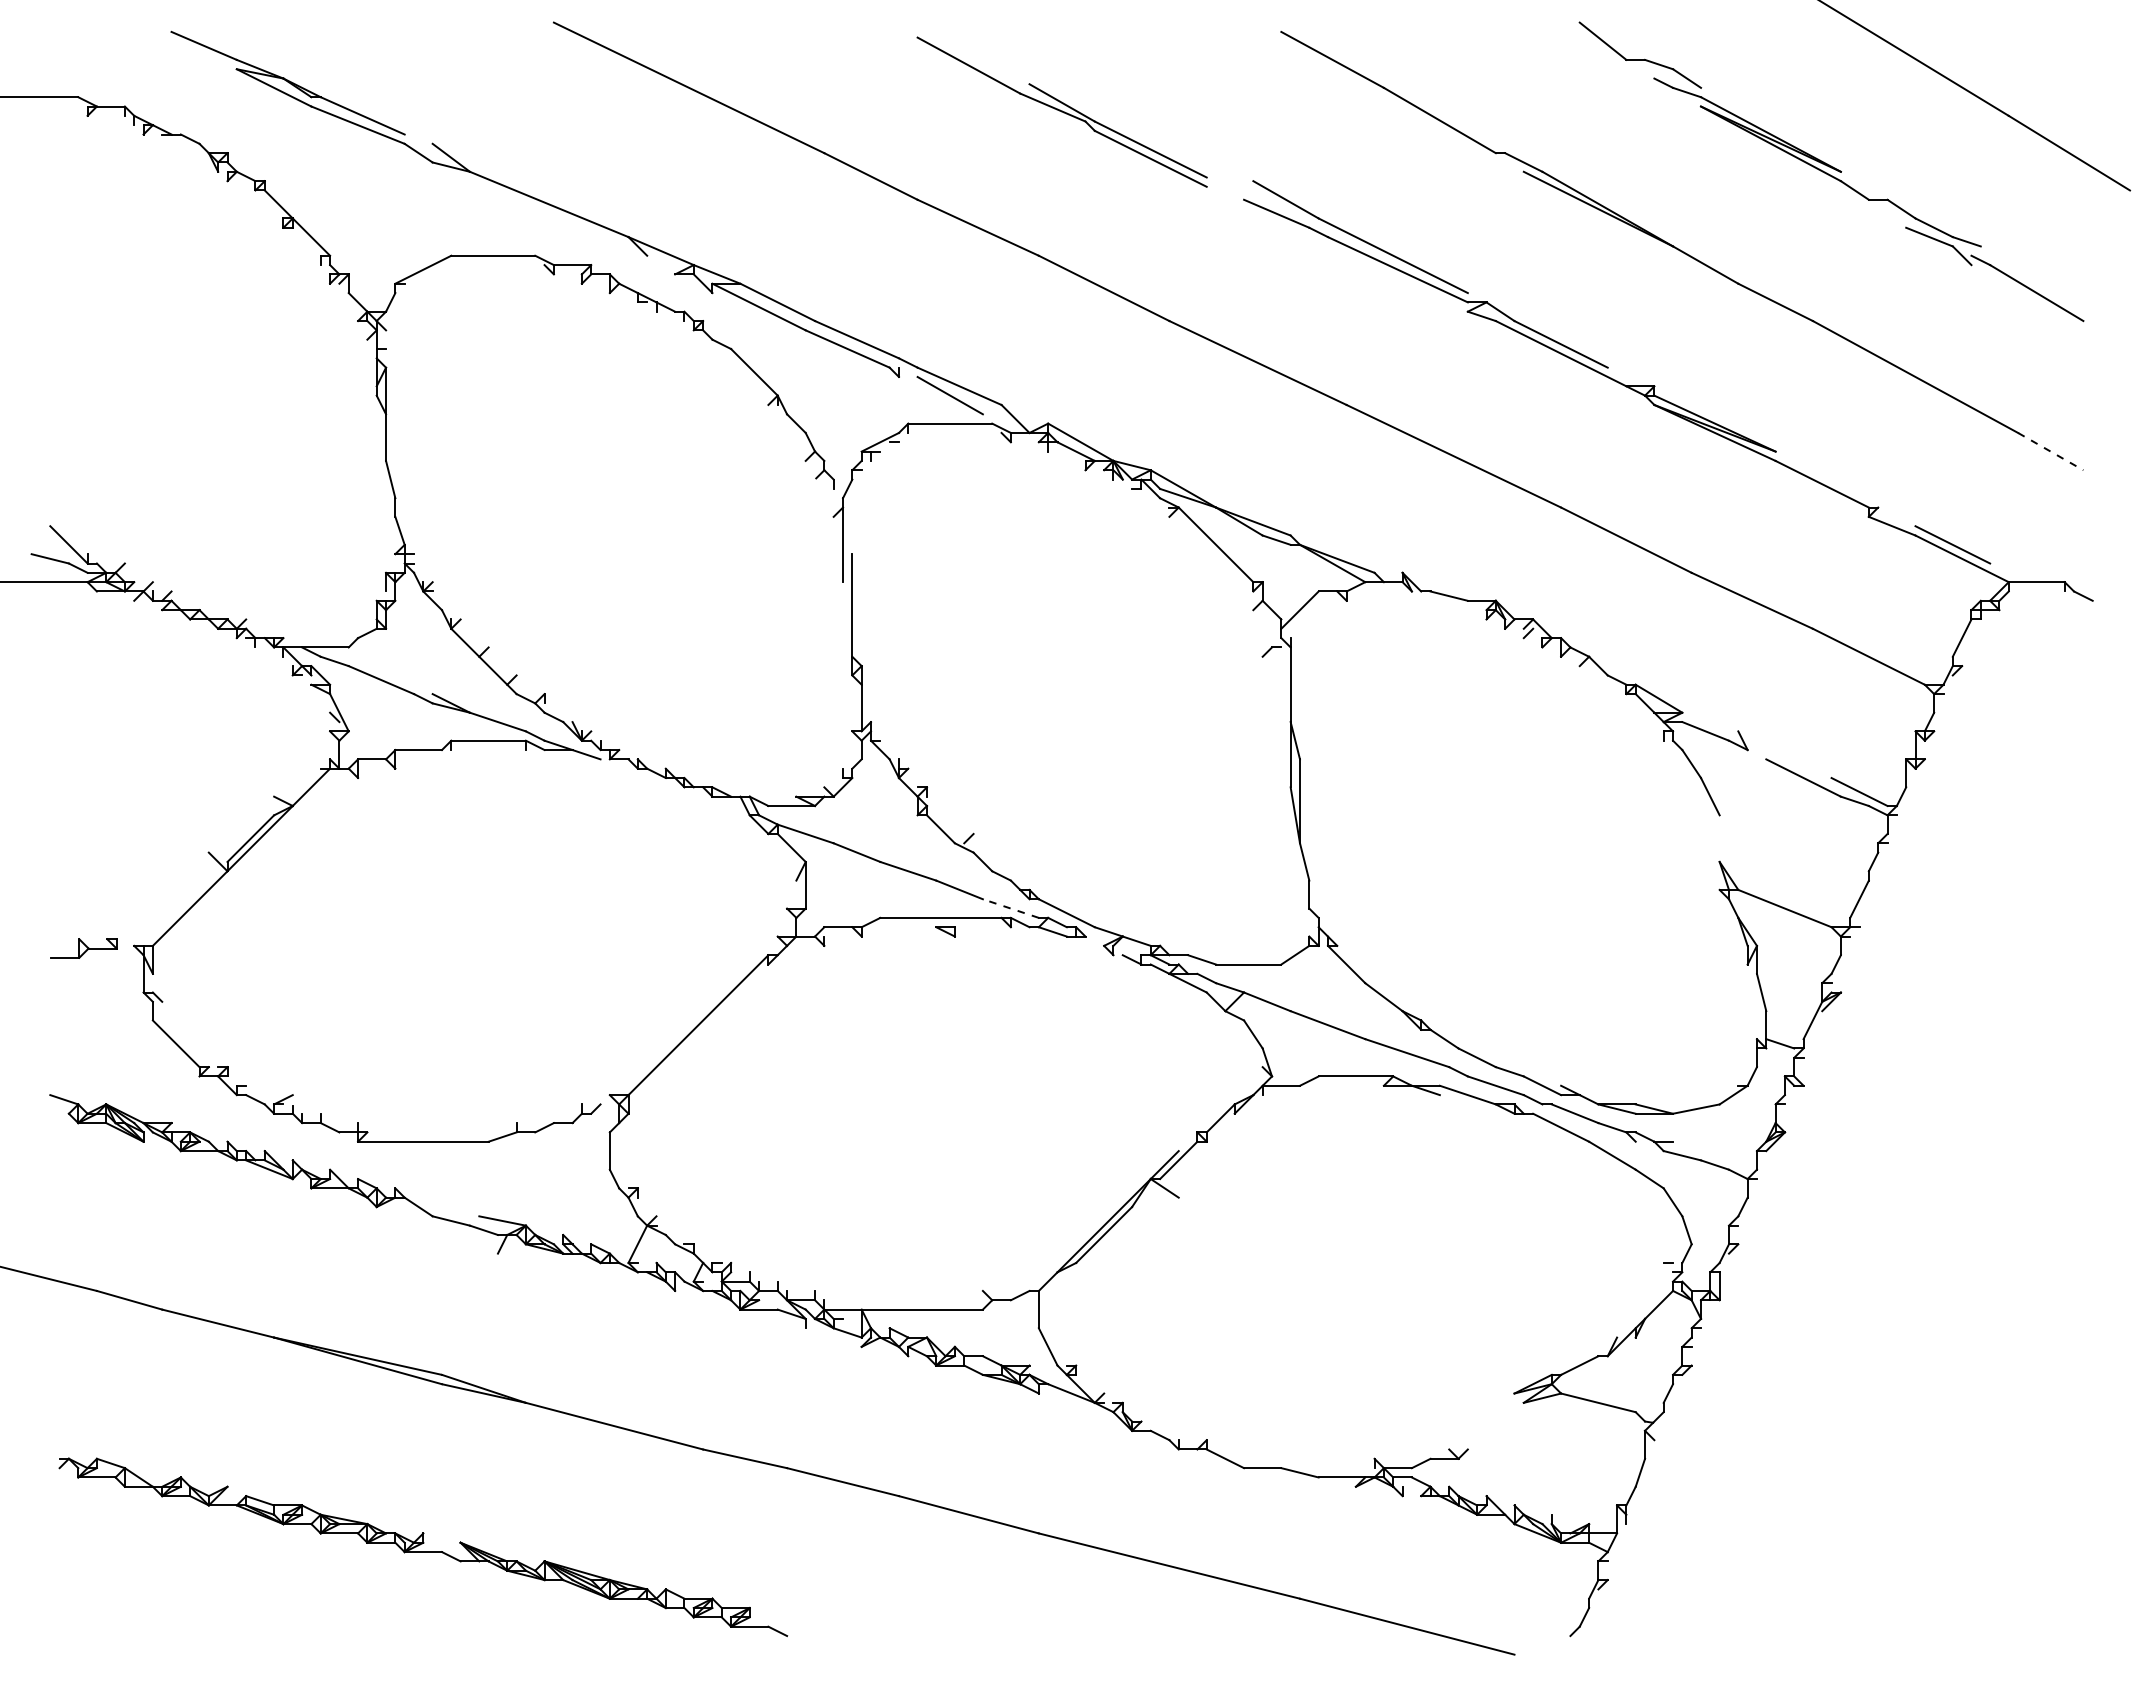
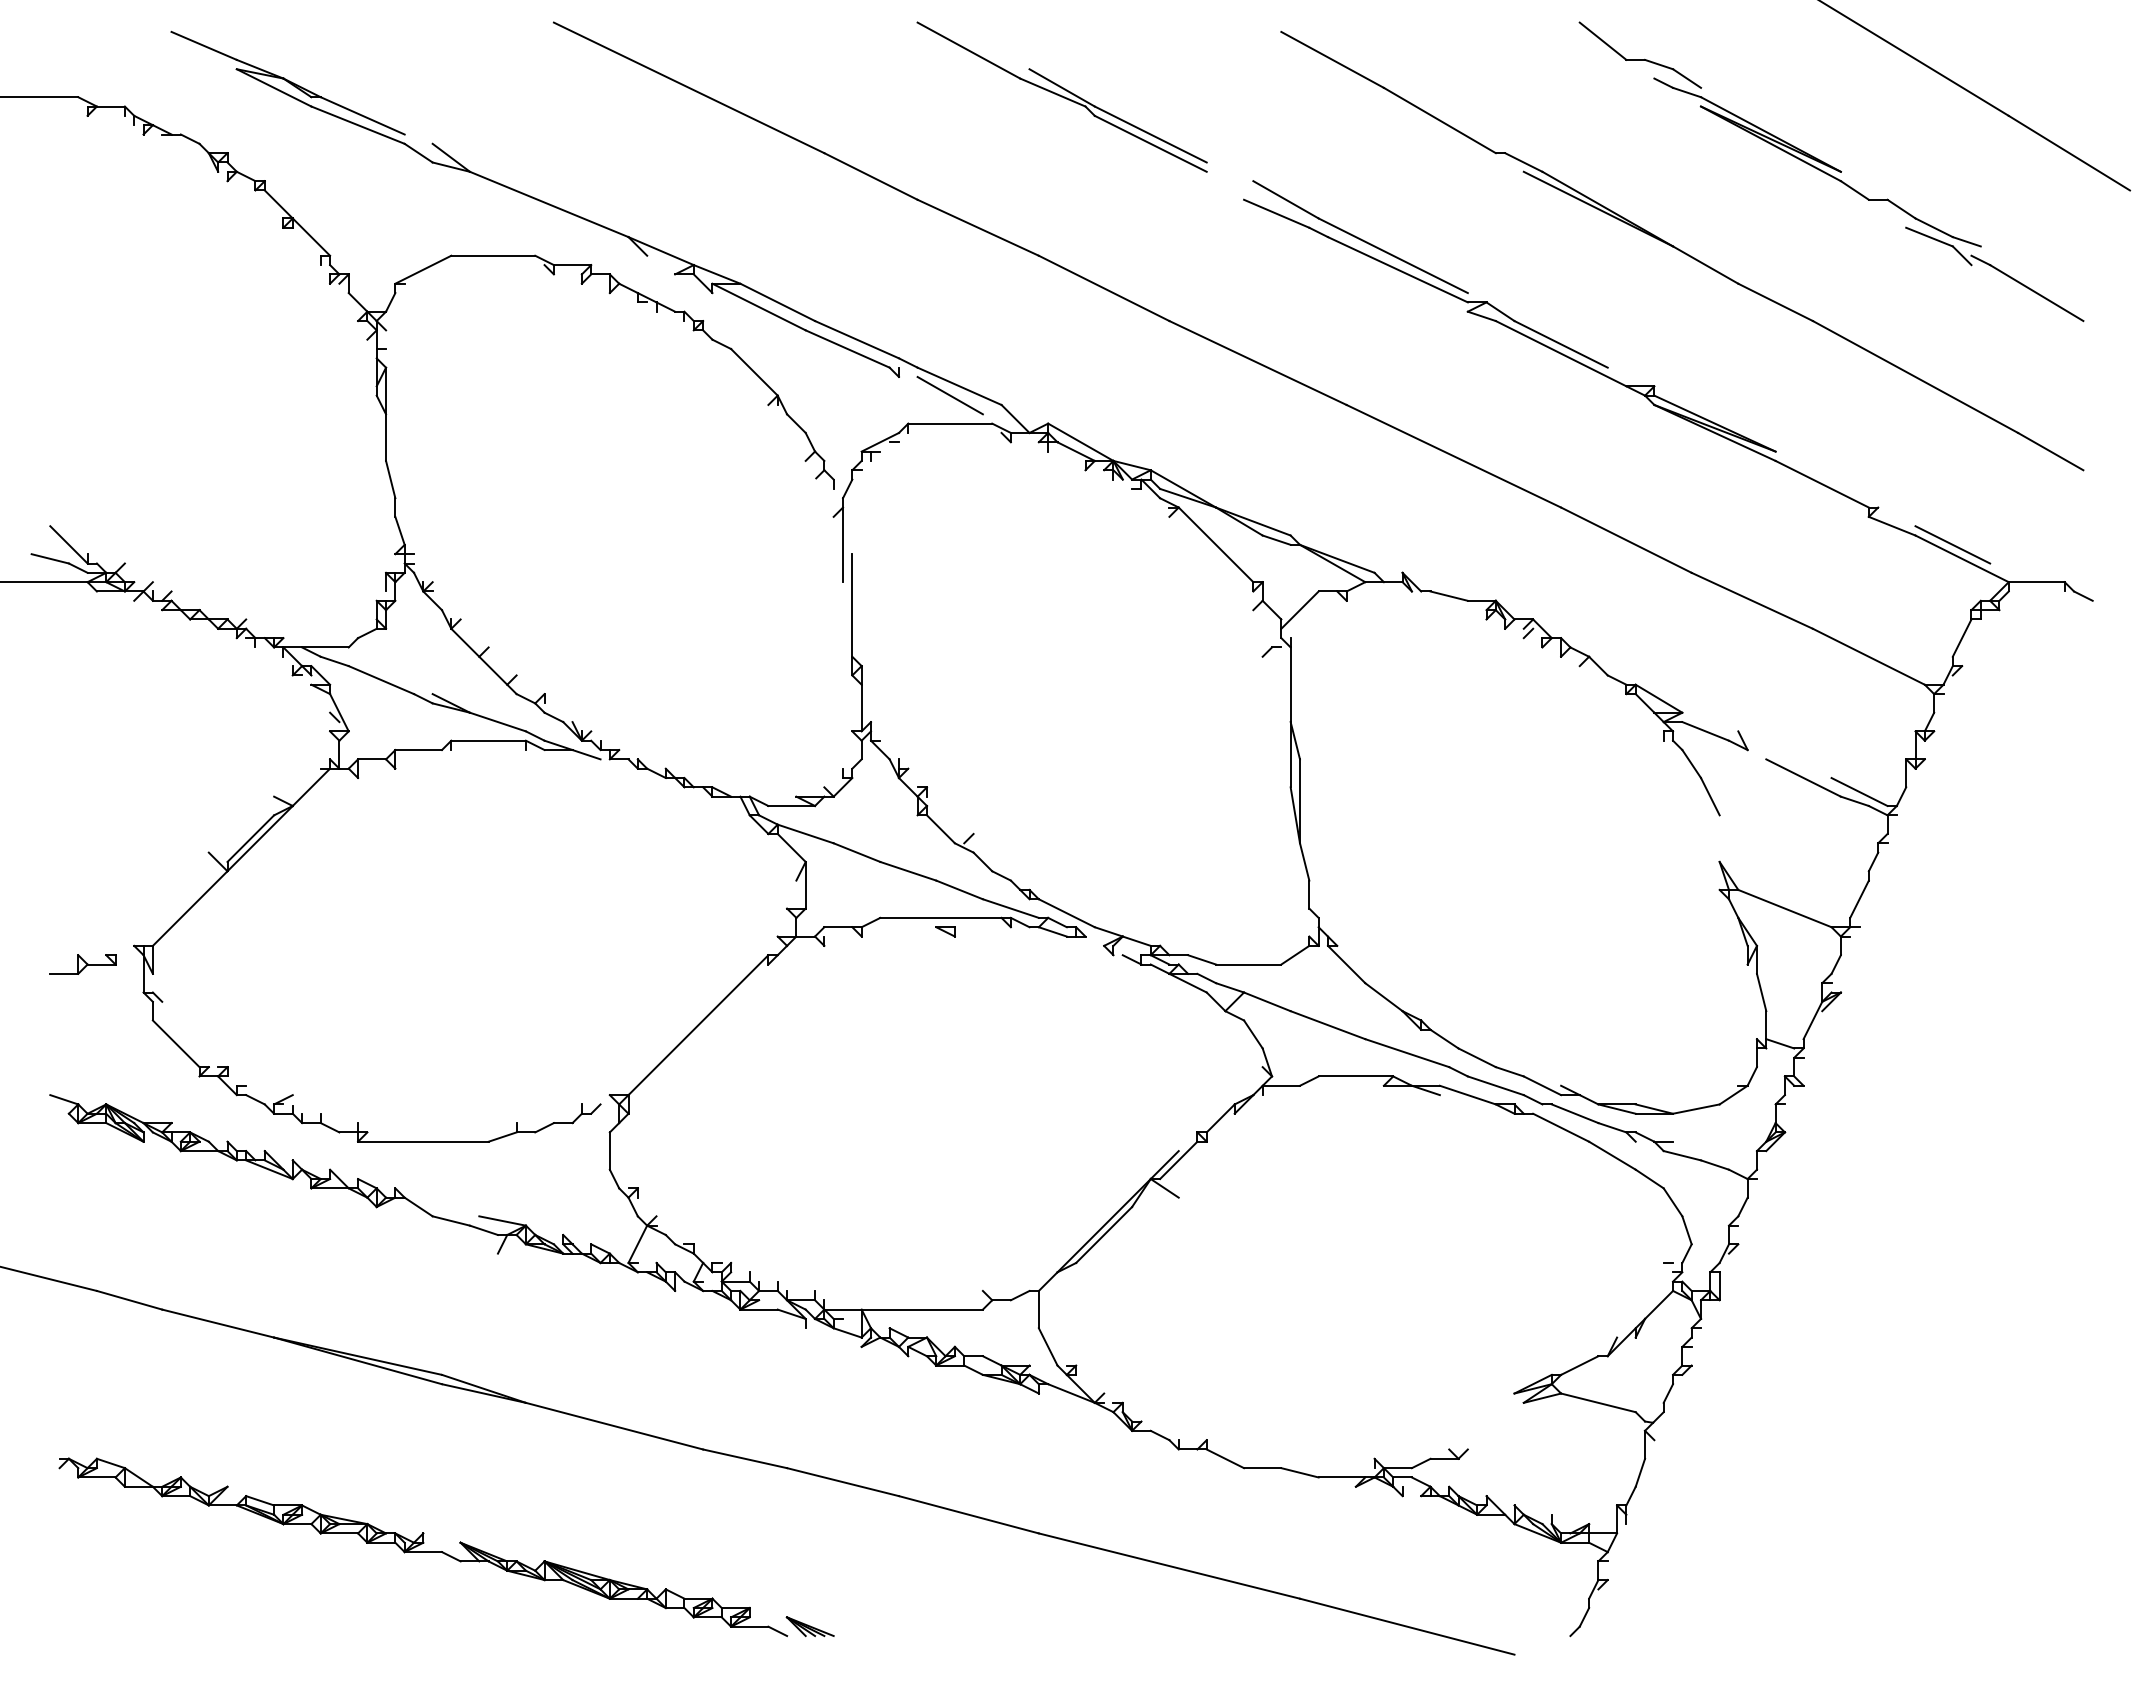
part at (1061, 111) position: (1061, 111) -> (1061, 96)
line at (2050, 451): dashed -> solid
line at (1010, 908): dashed -> solid
part at (83, 948) position: (83, 948) -> (82, 964)
part at (809, 1626): none -> present
